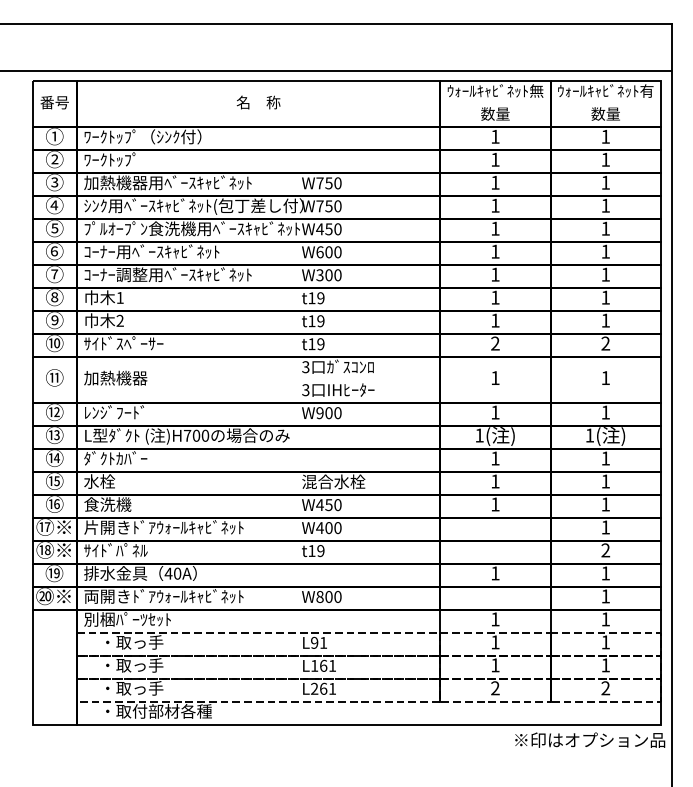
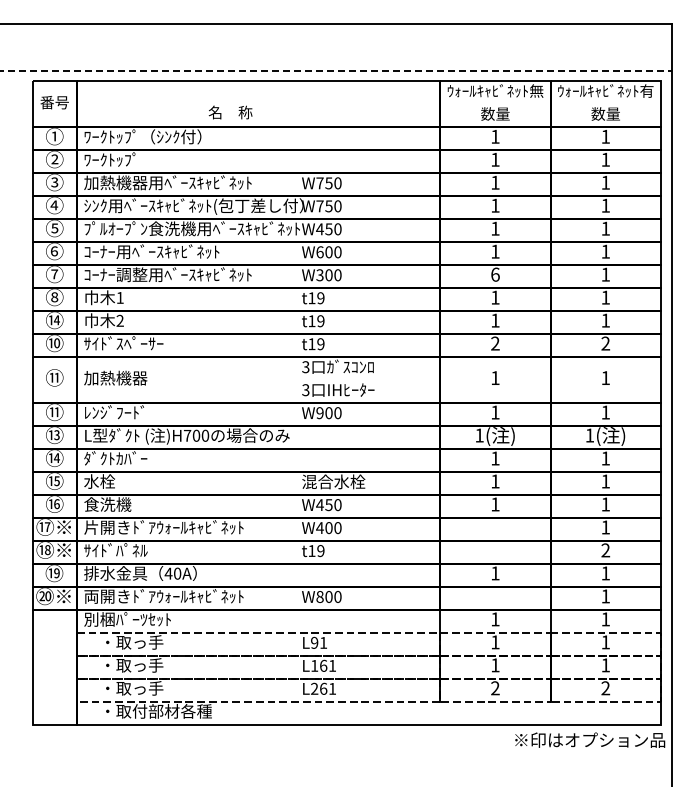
line at (336, 70): solid -> dashed
text at (258, 102) position: (258, 102) -> (230, 112)
text at (495, 274): 1 -> 6
text at (54, 320): ⑨ -> ⑭
text at (54, 412): ⑫ -> ⑪
